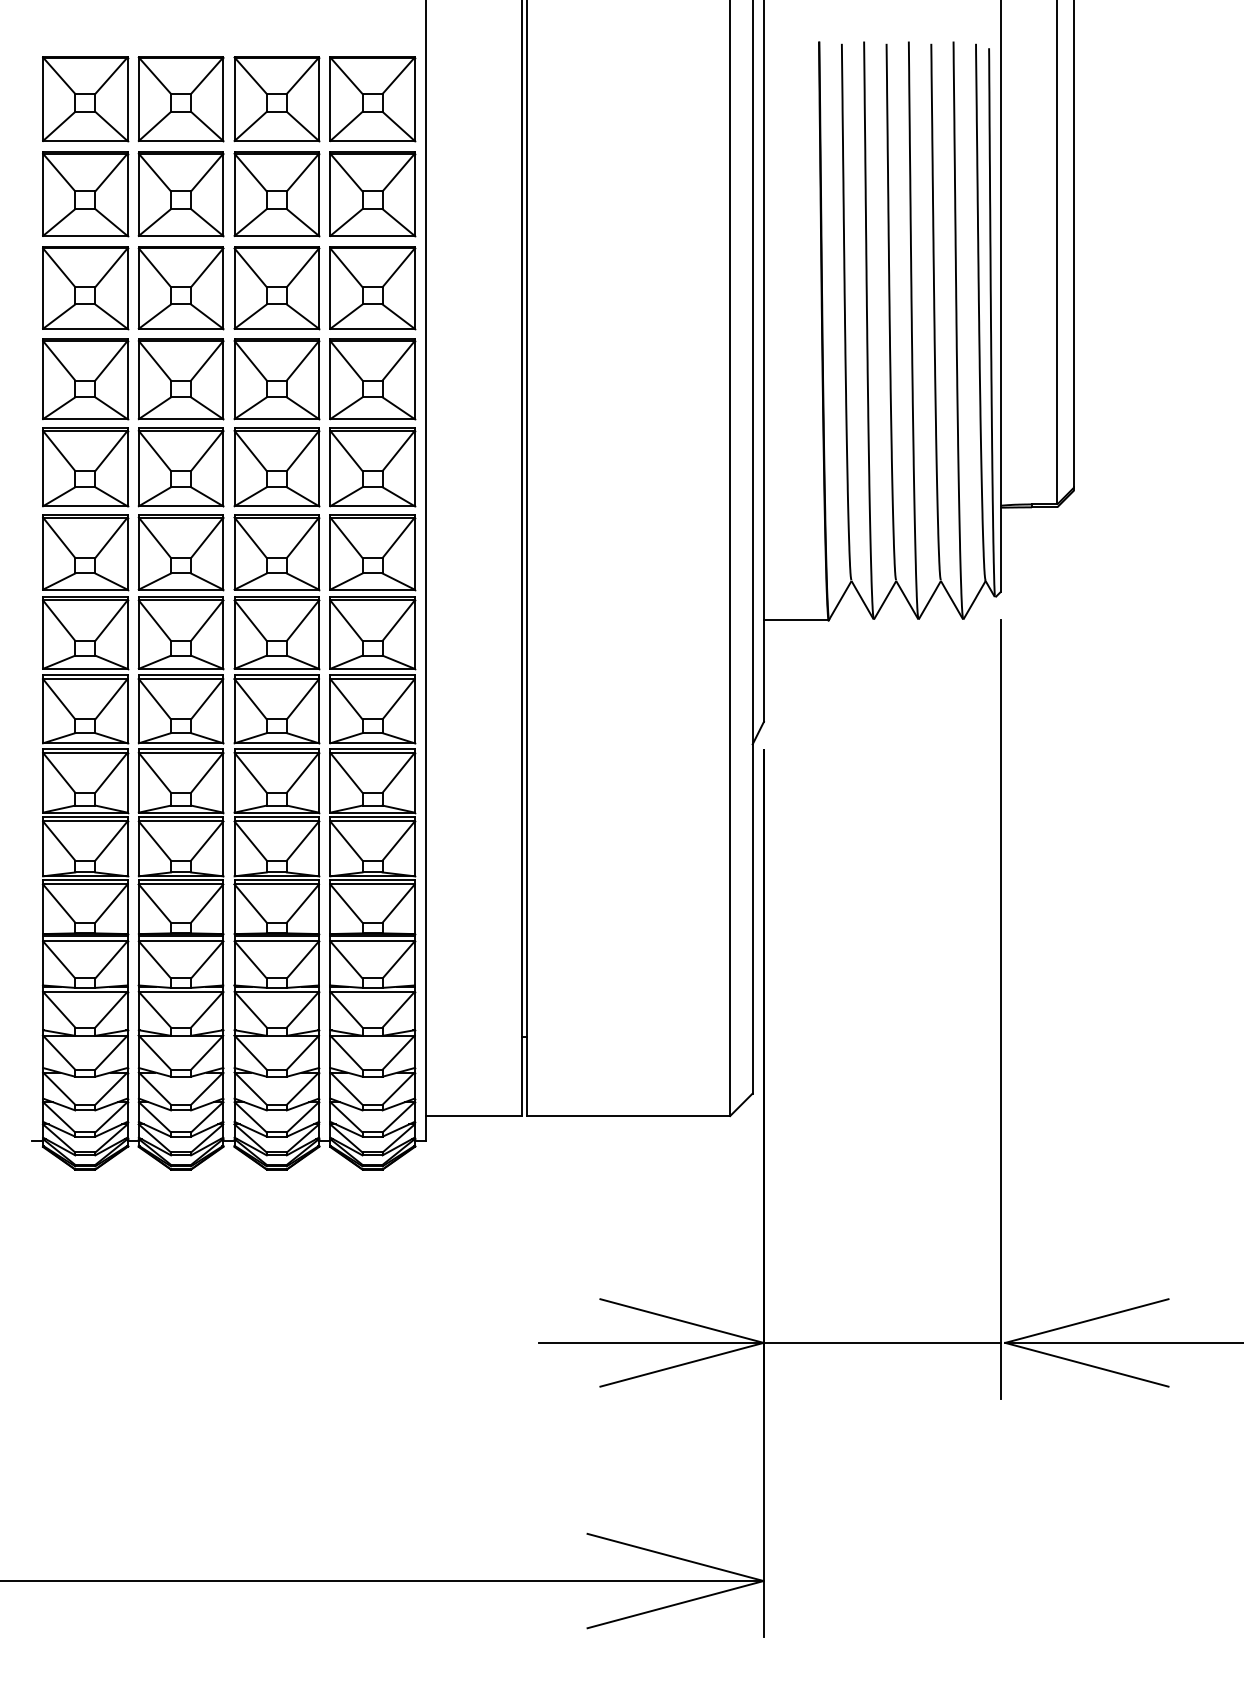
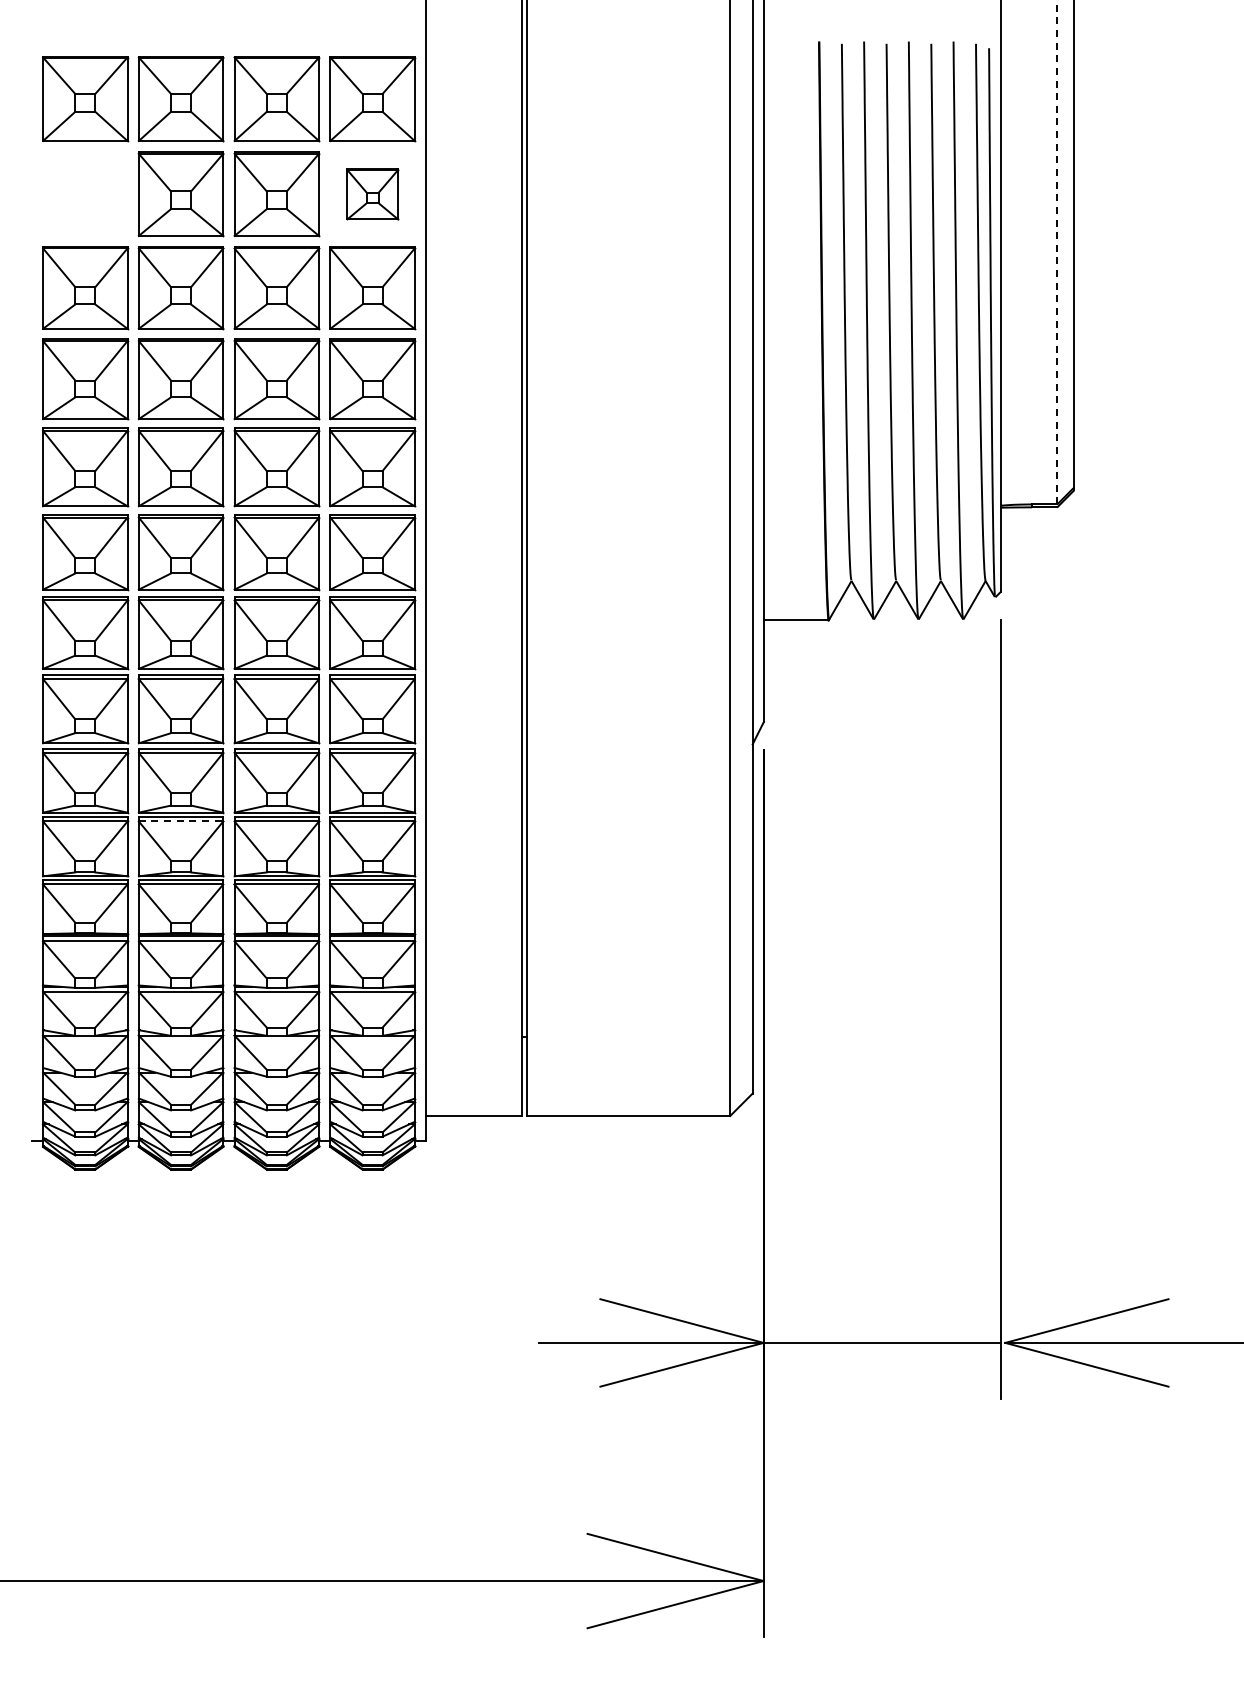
part at (85, 194): present -> none
part at (372, 194) size: 88x87 px -> 54x53 px
line at (1057, 252): solid -> dashed
line at (181, 821): solid -> dashed
